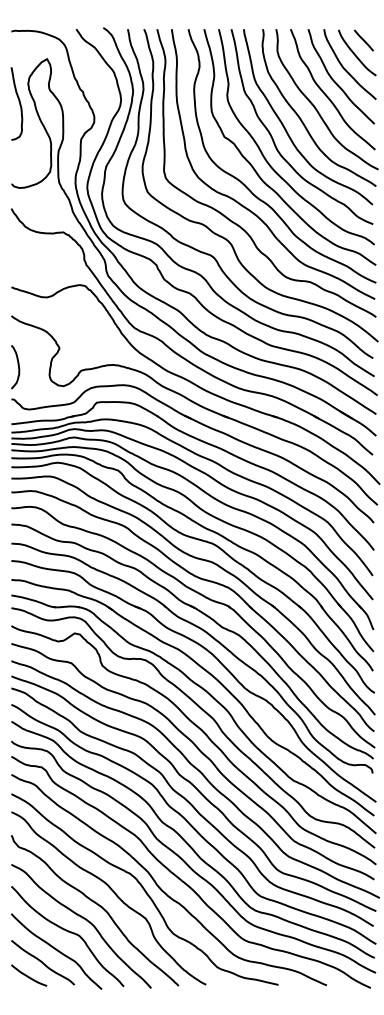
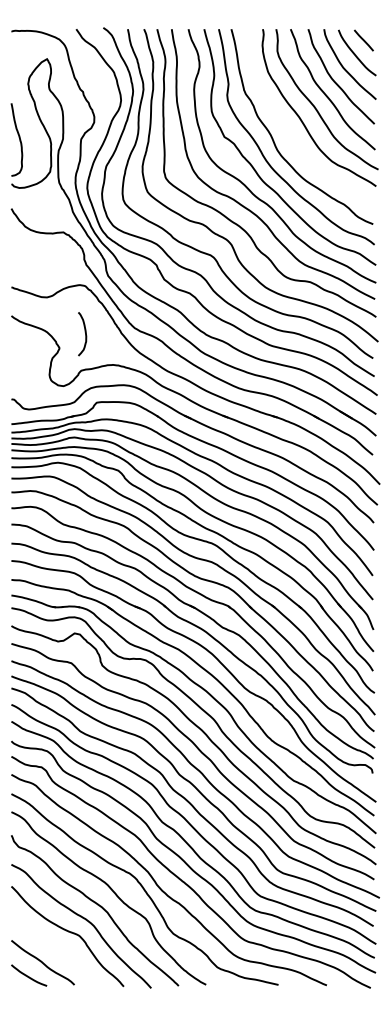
curve at (18, 101) position: (18, 101) -> (18, 137)
curve at (286, 129): present -> none
curve at (17, 365) position: (17, 365) -> (84, 332)
curve at (56, 950): present -> none
